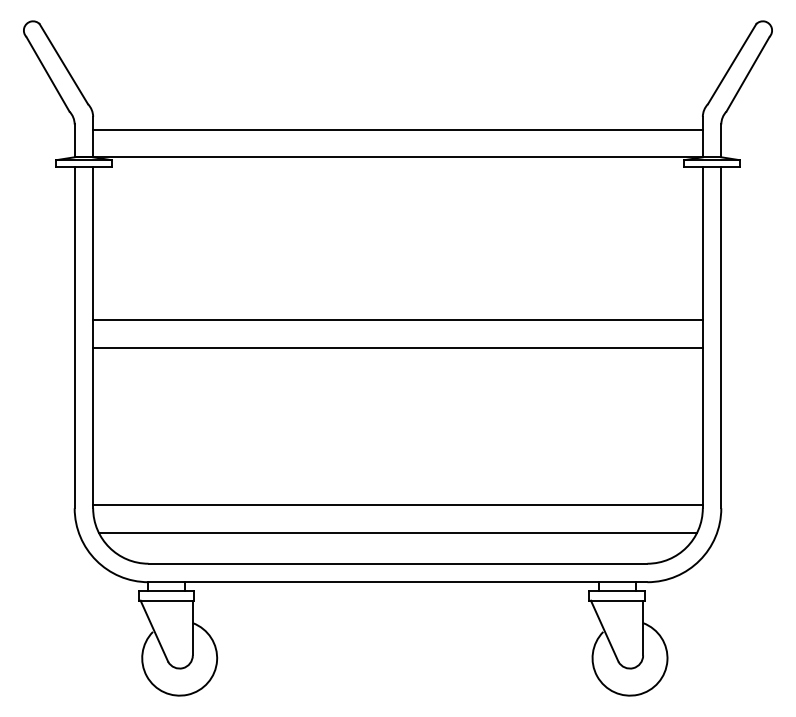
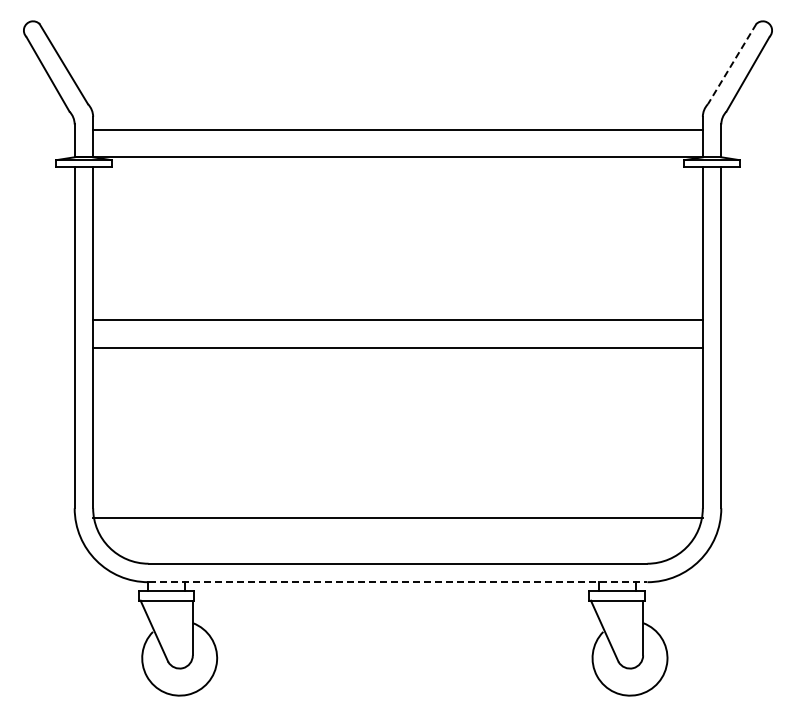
line at (732, 64): solid -> dashed
line at (397, 504) position: (397, 504) -> (397, 517)
line at (397, 532): present -> none
line at (398, 582): solid -> dashed
